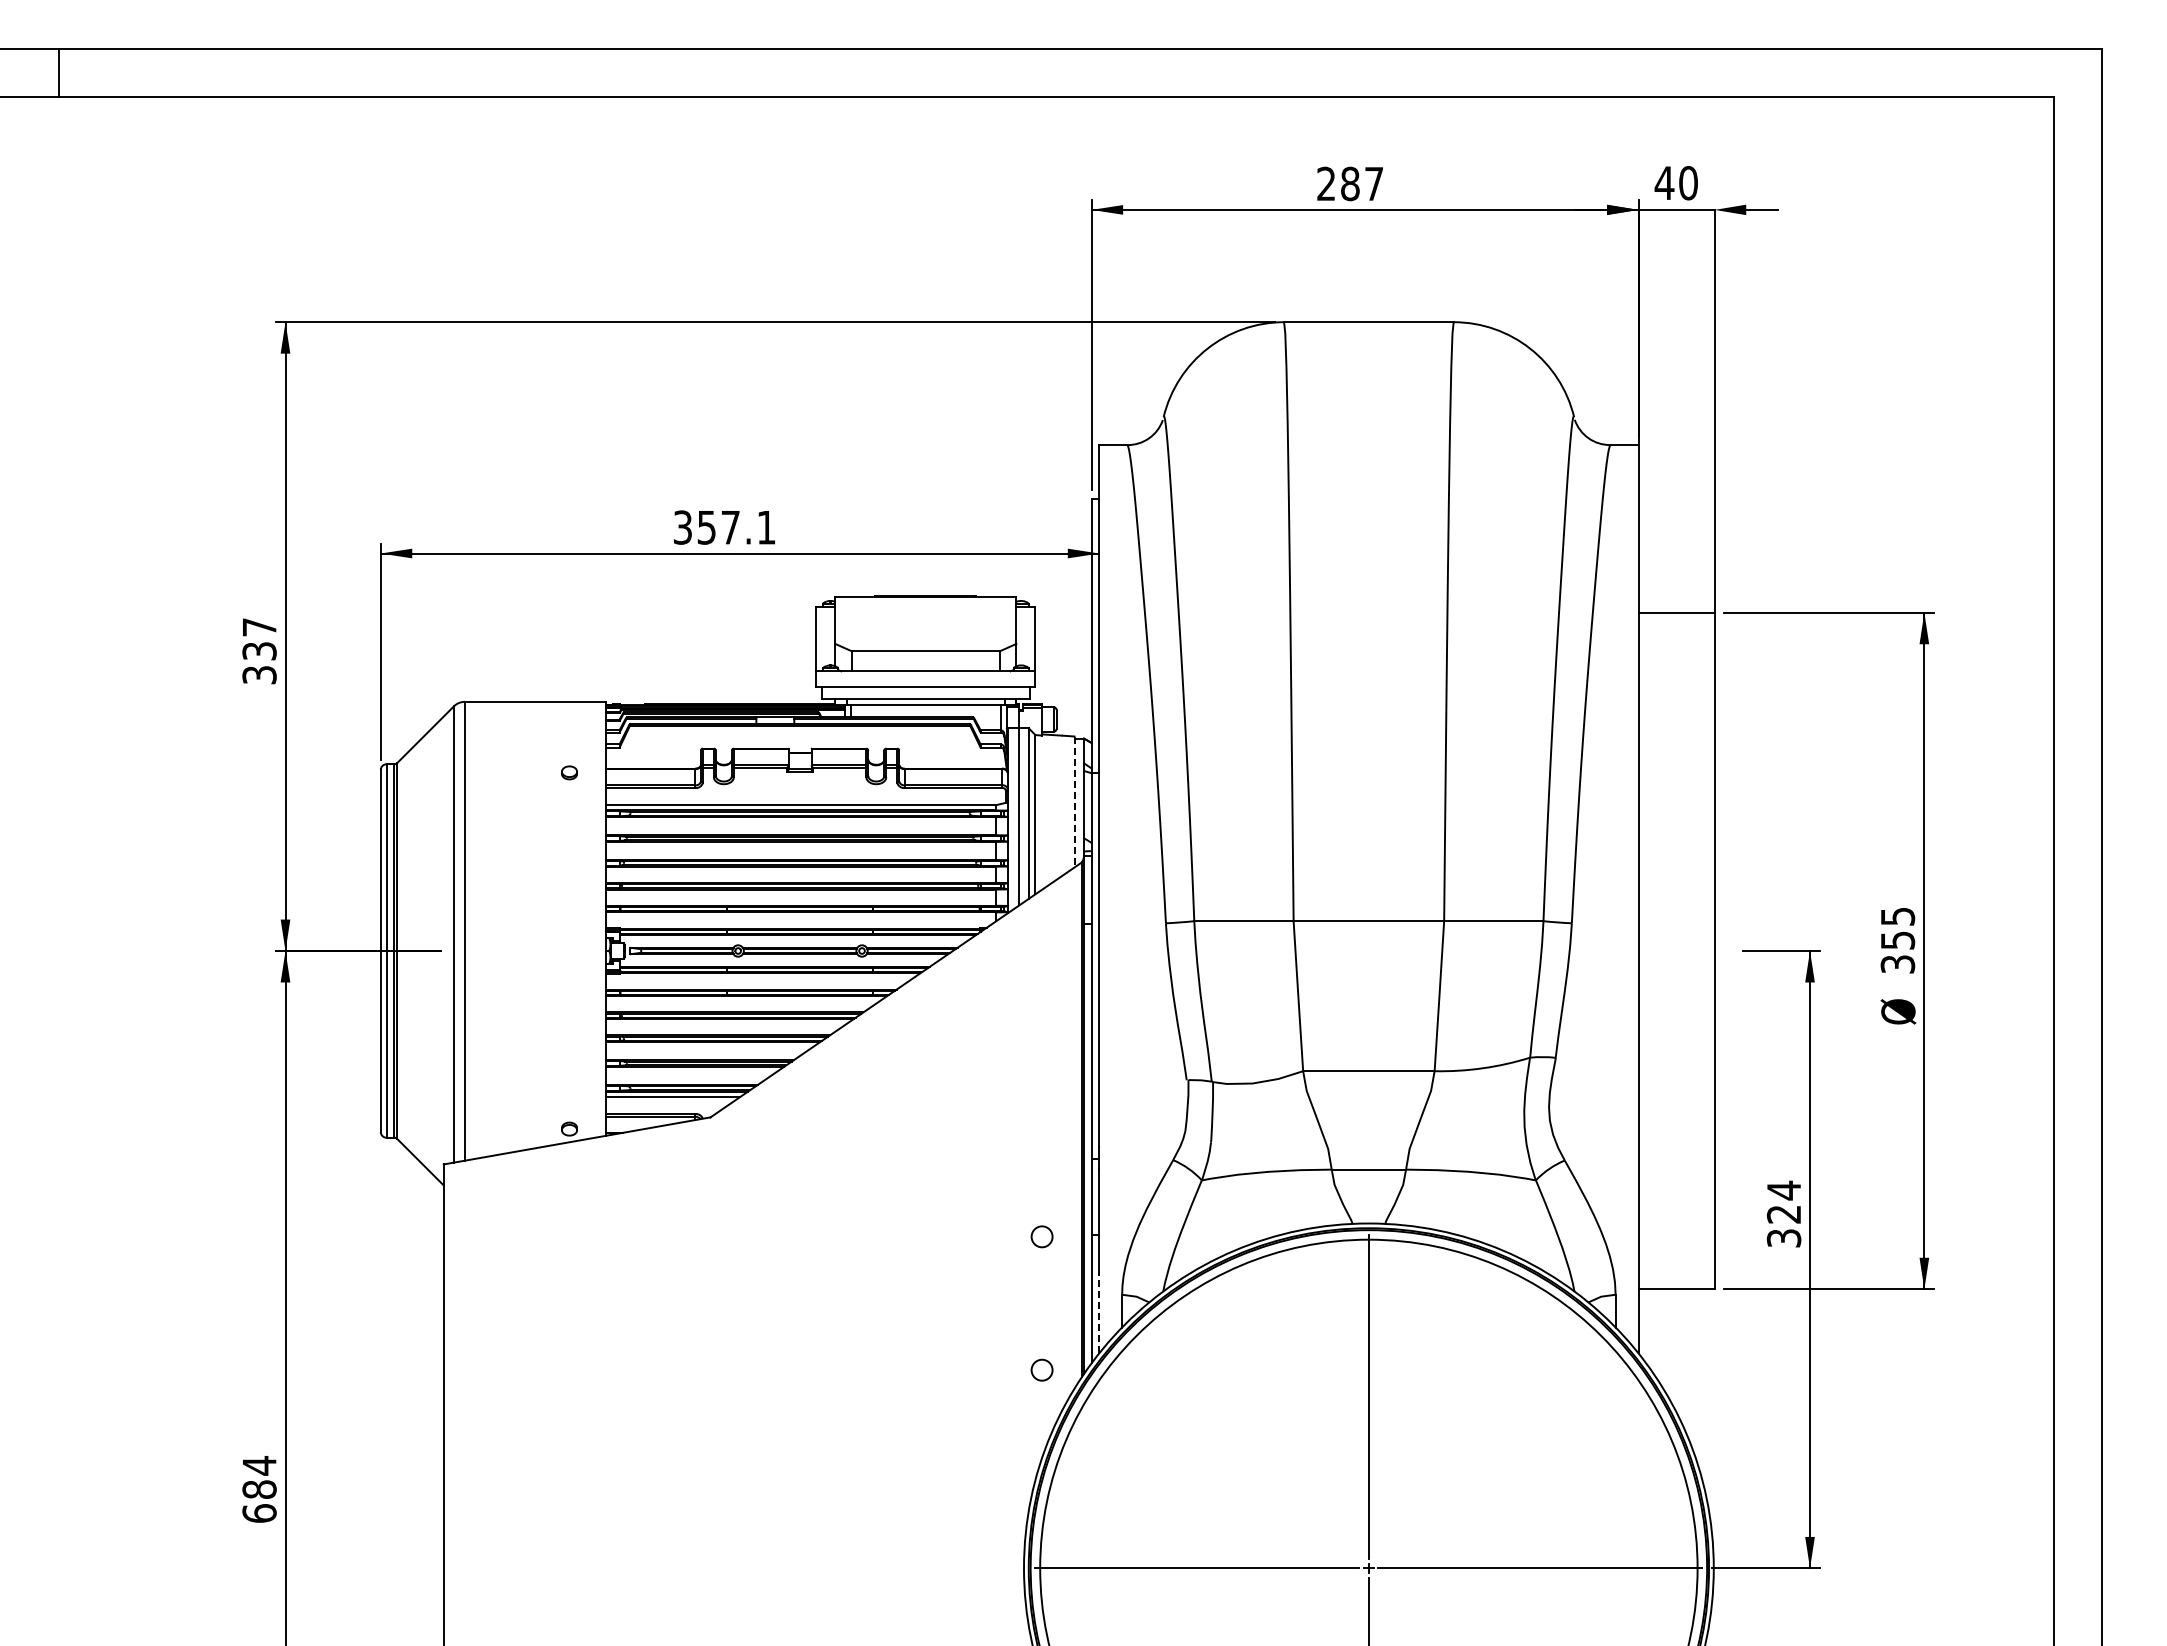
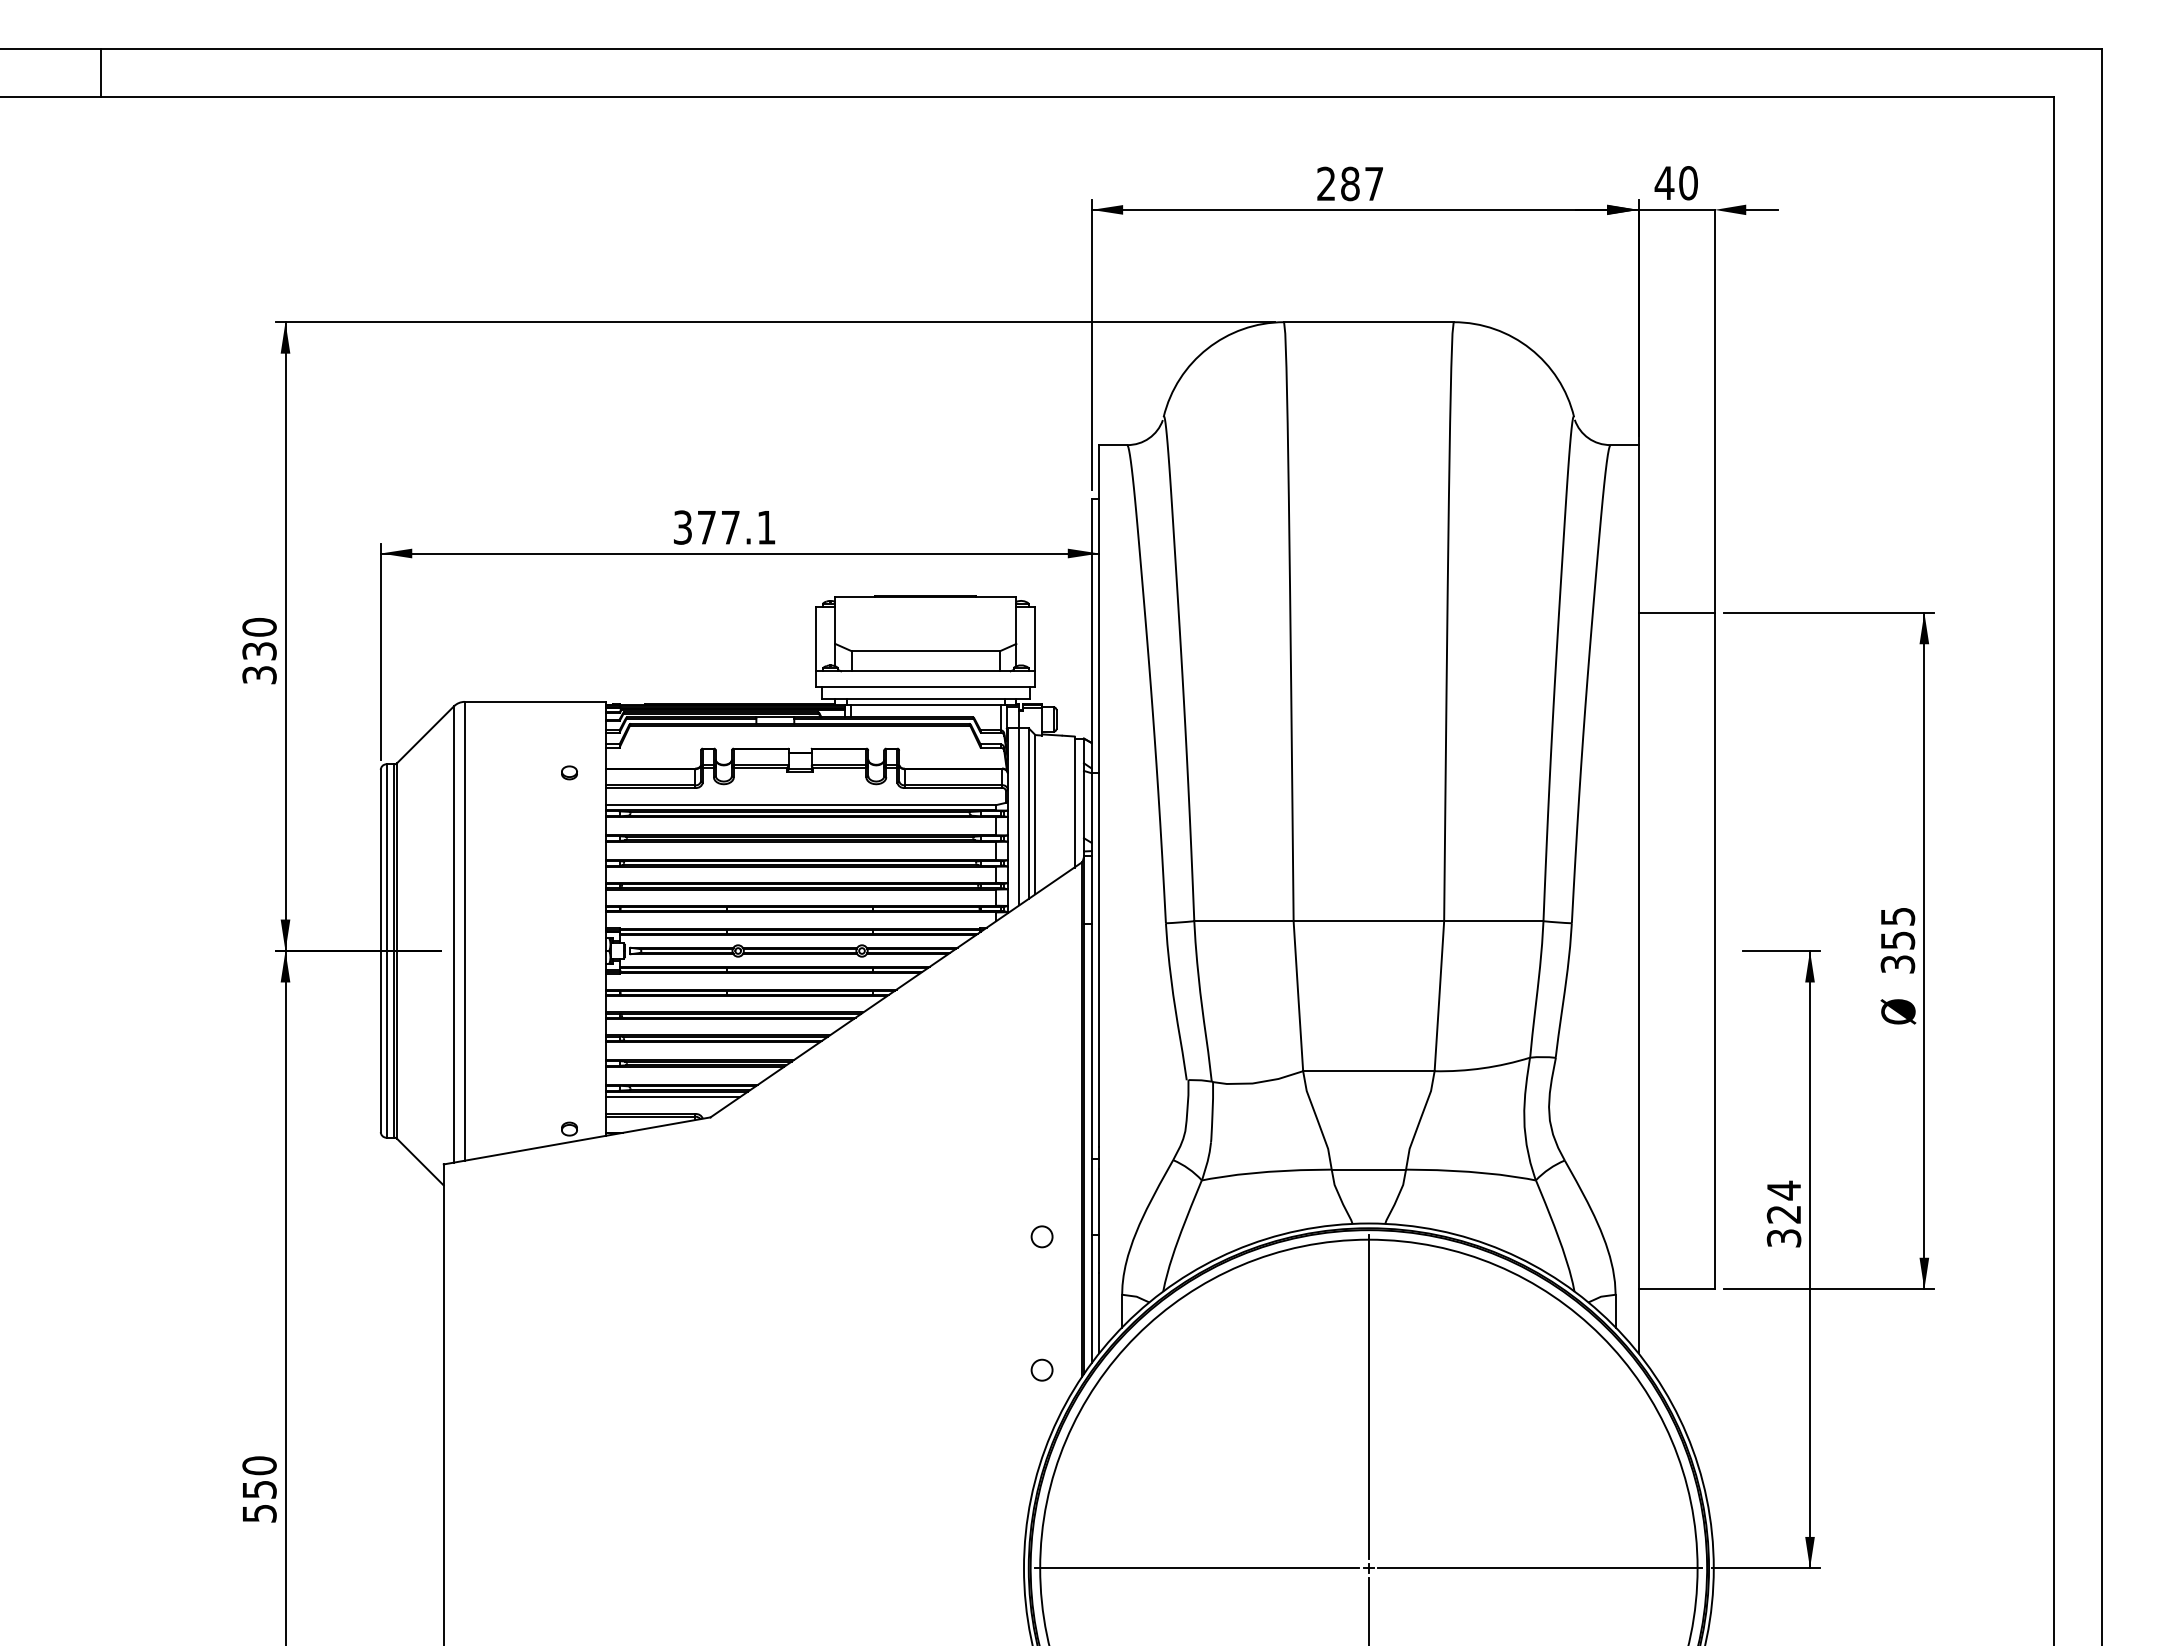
line at (59, 72) position: (59, 72) -> (101, 72)
text at (706, 527): 357.1 -> 377.1
text at (259, 627): 337 -> 330
line at (1074, 802): dashed -> solid
line at (1099, 1312): dashed -> solid
text at (259, 1489): 684 -> 550
